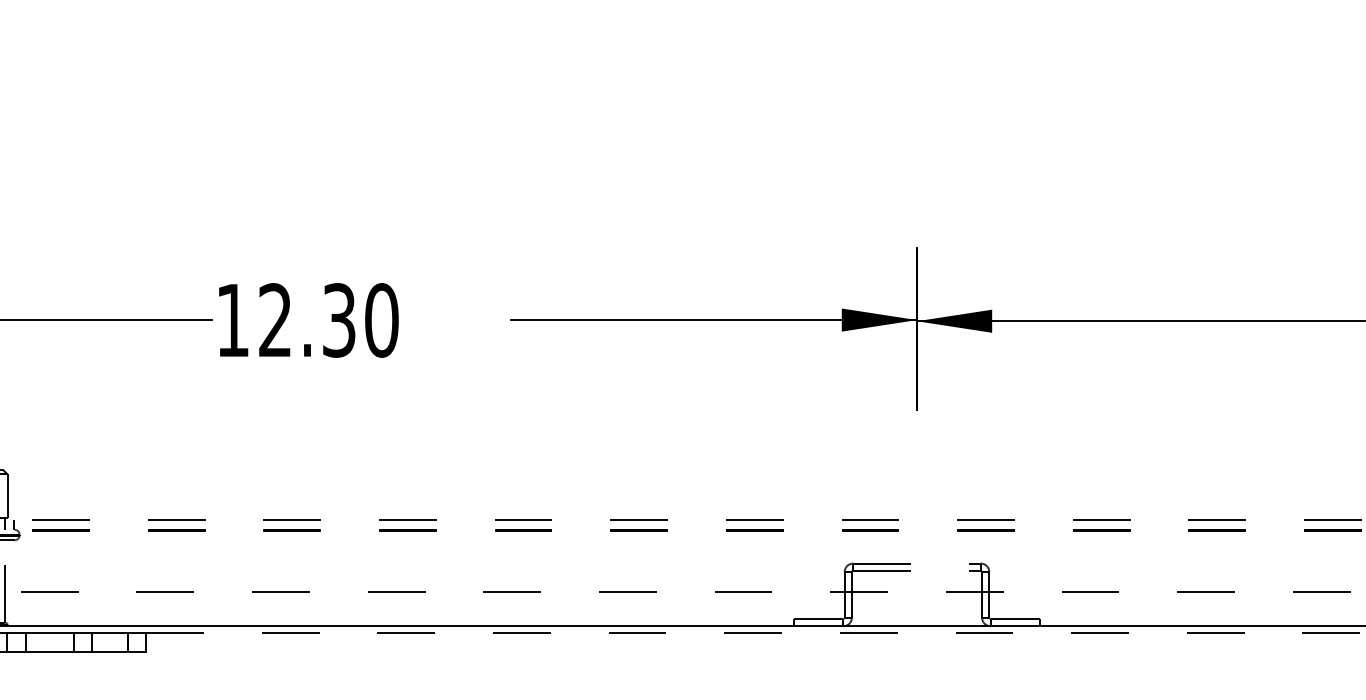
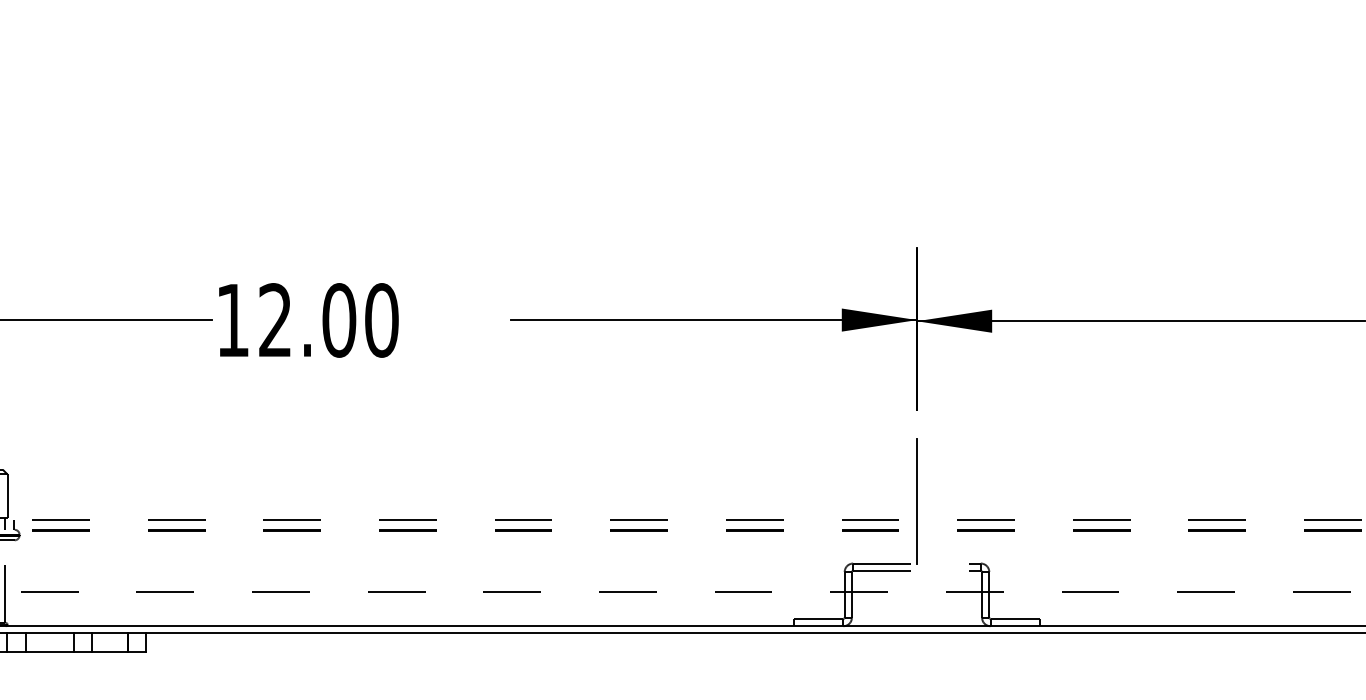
text at (339, 320): 12.30 -> 12.00
line at (917, 501): none -> present
line at (755, 633): dashed -> solid
